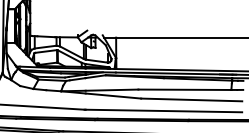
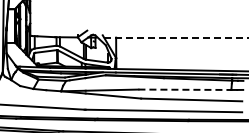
line at (176, 37): solid -> dashed
line at (185, 89): solid -> dashed
